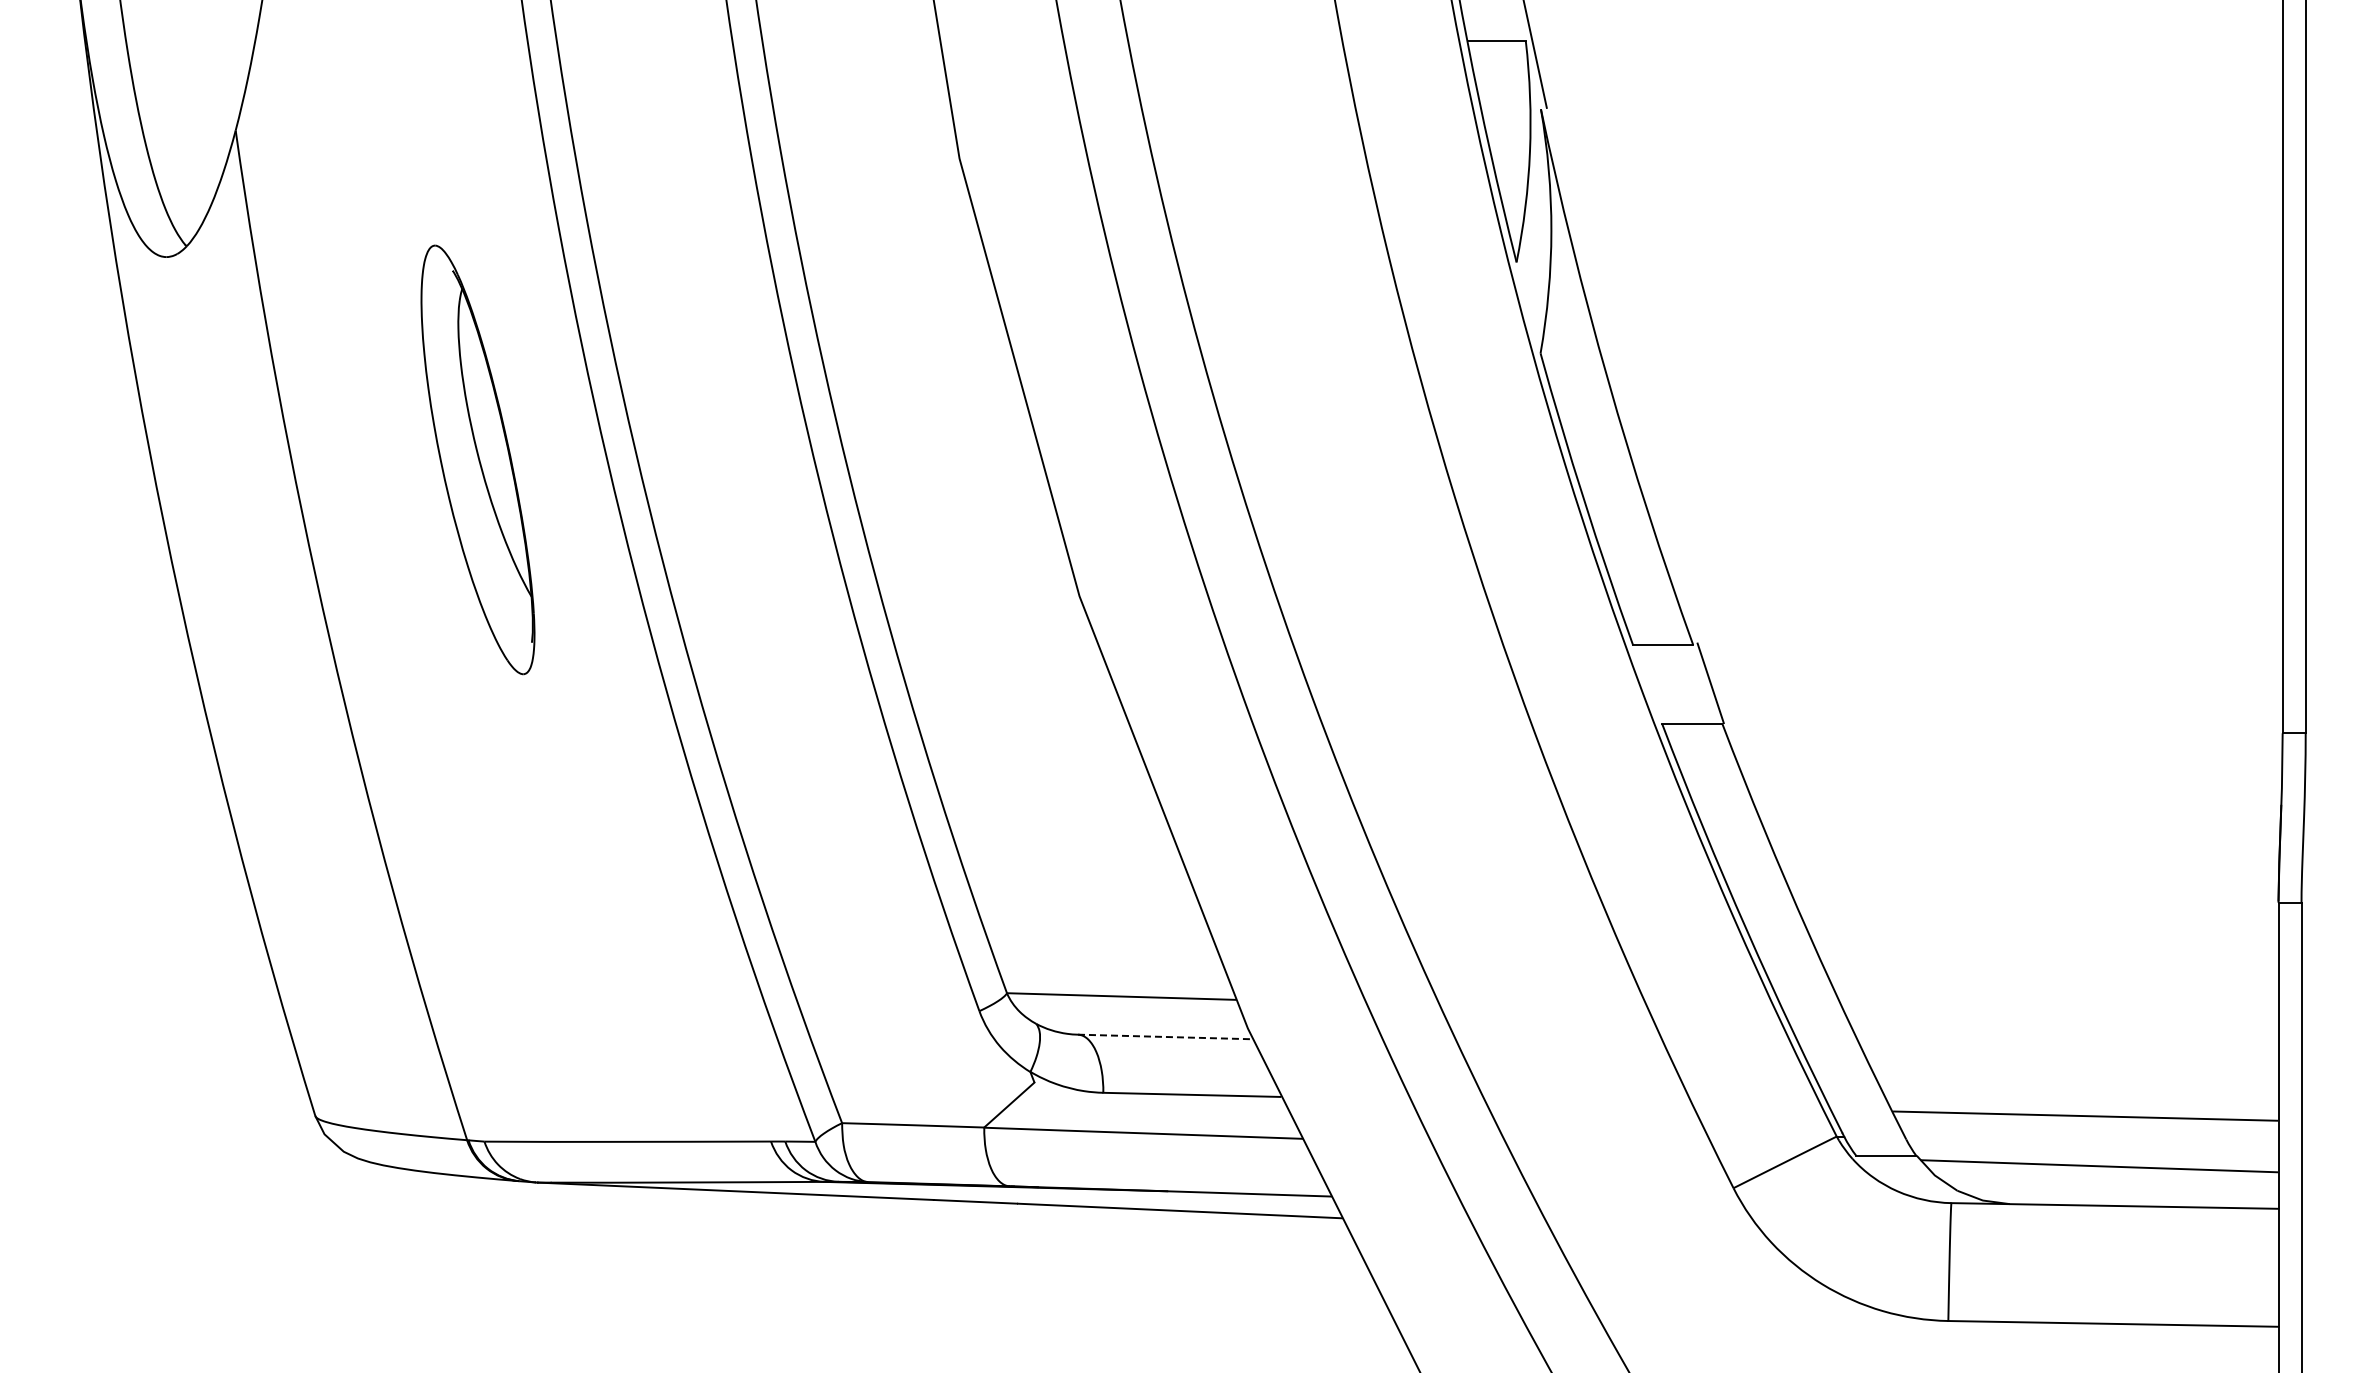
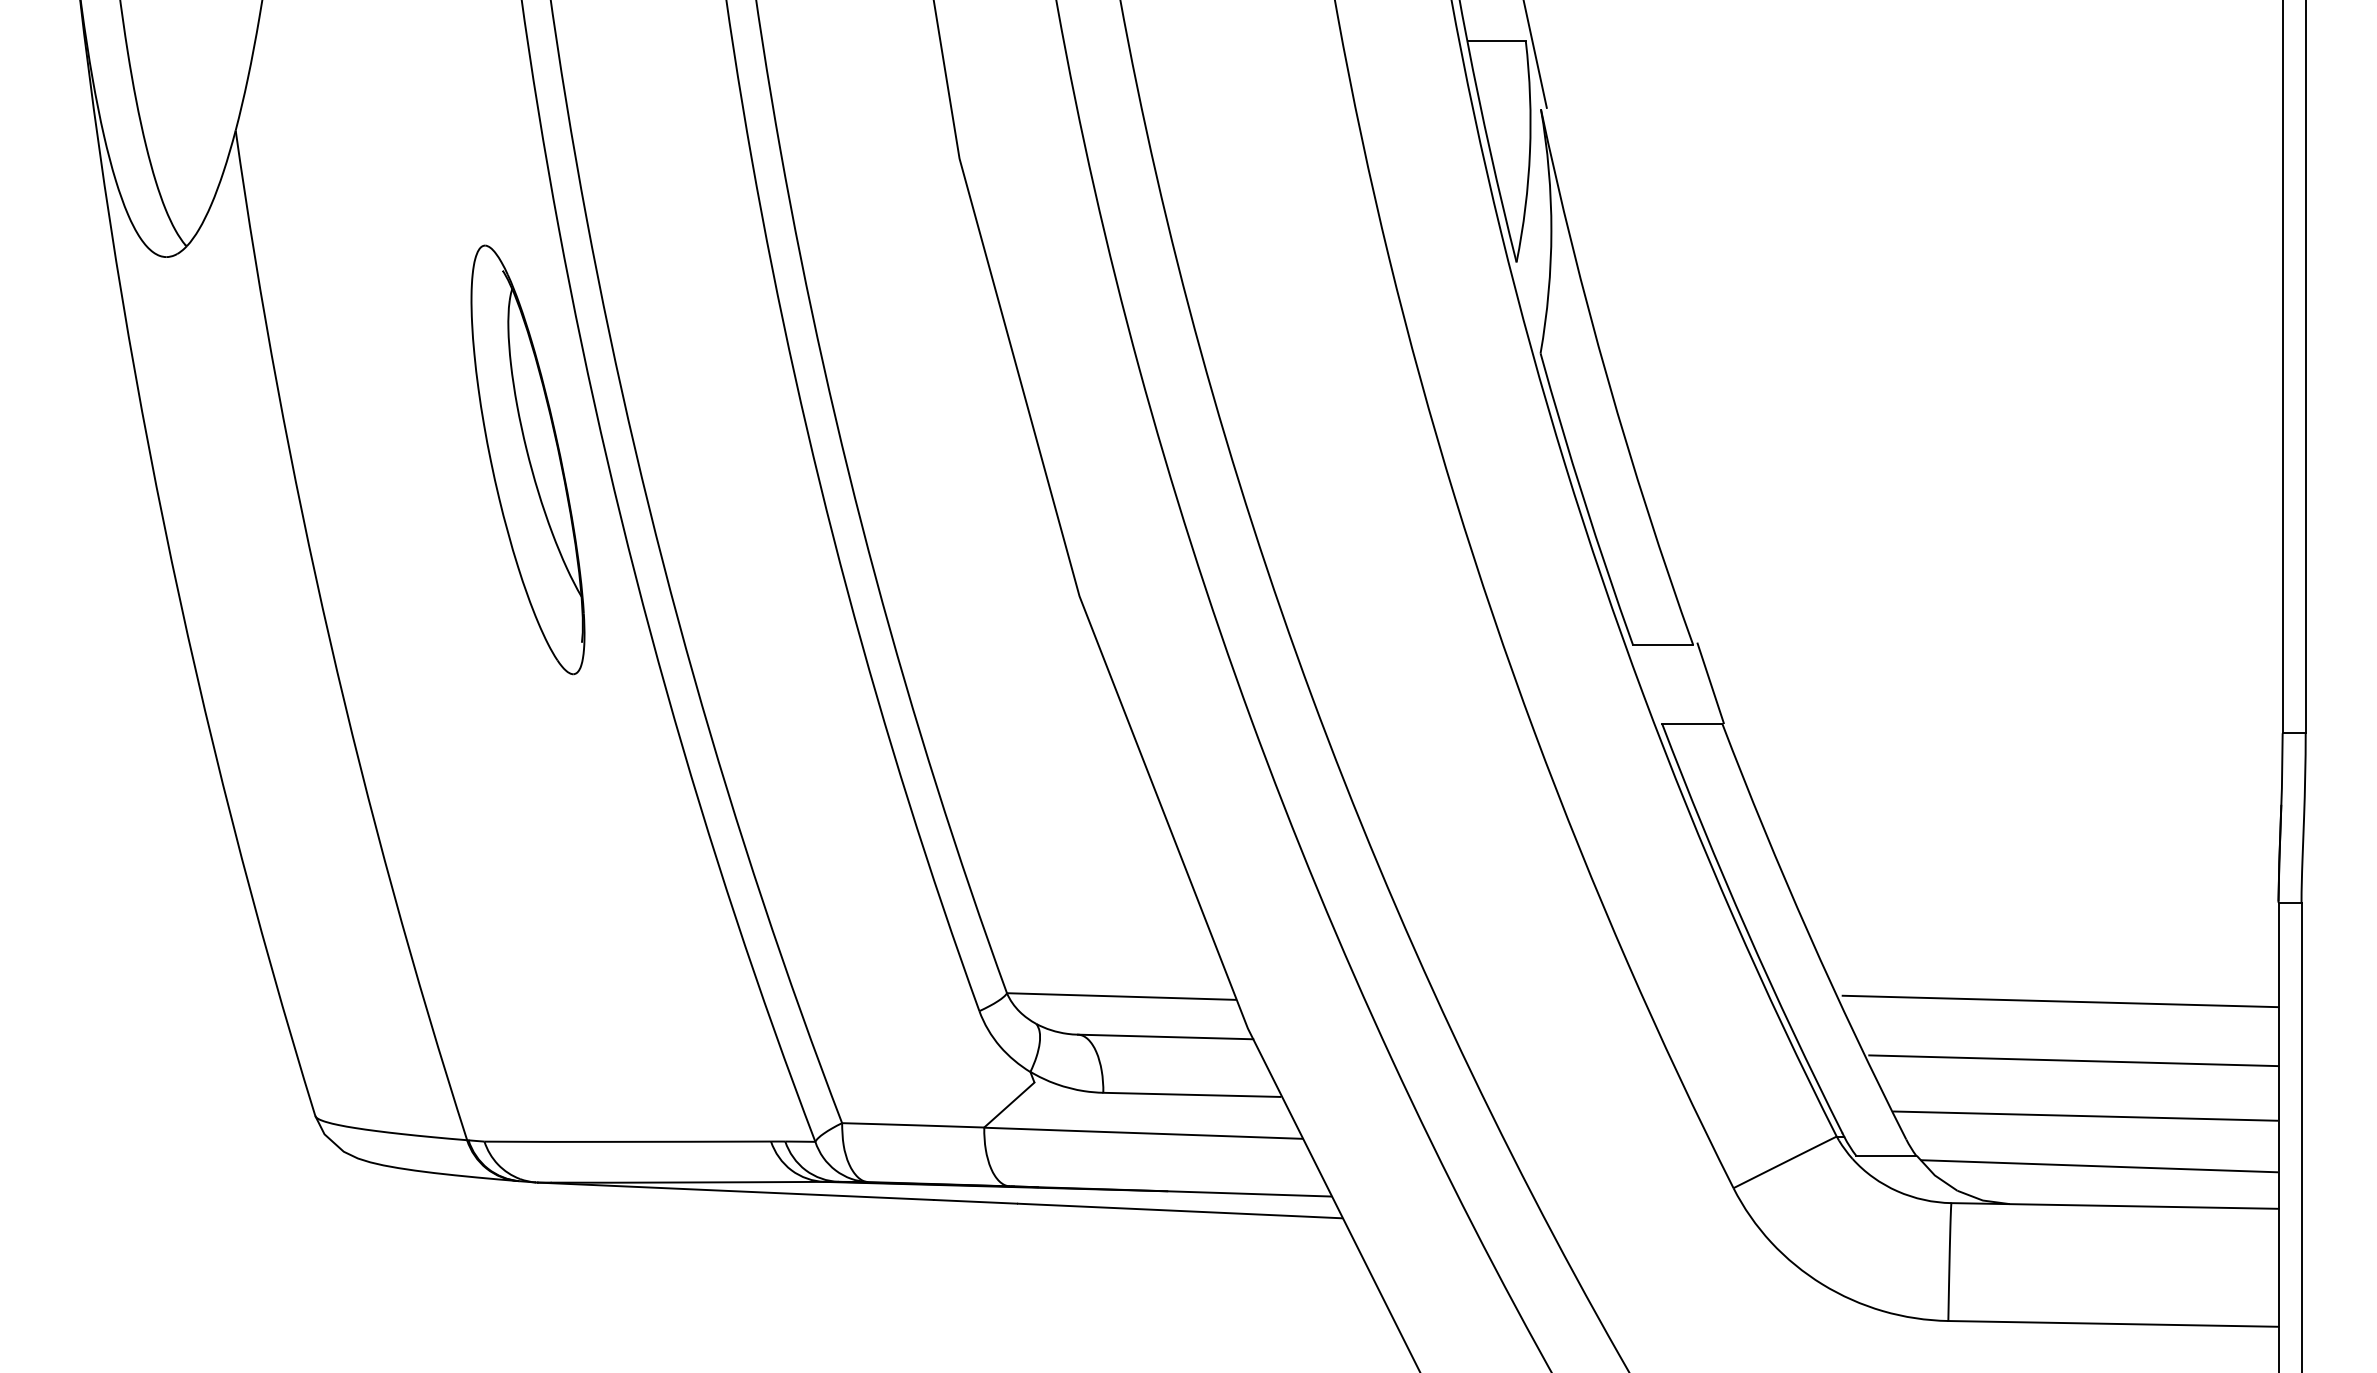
part at (477, 459) position: (477, 459) -> (527, 459)
line at (2060, 1001): none -> present
line at (1165, 1036): dashed -> solid
line at (2073, 1060): none -> present
